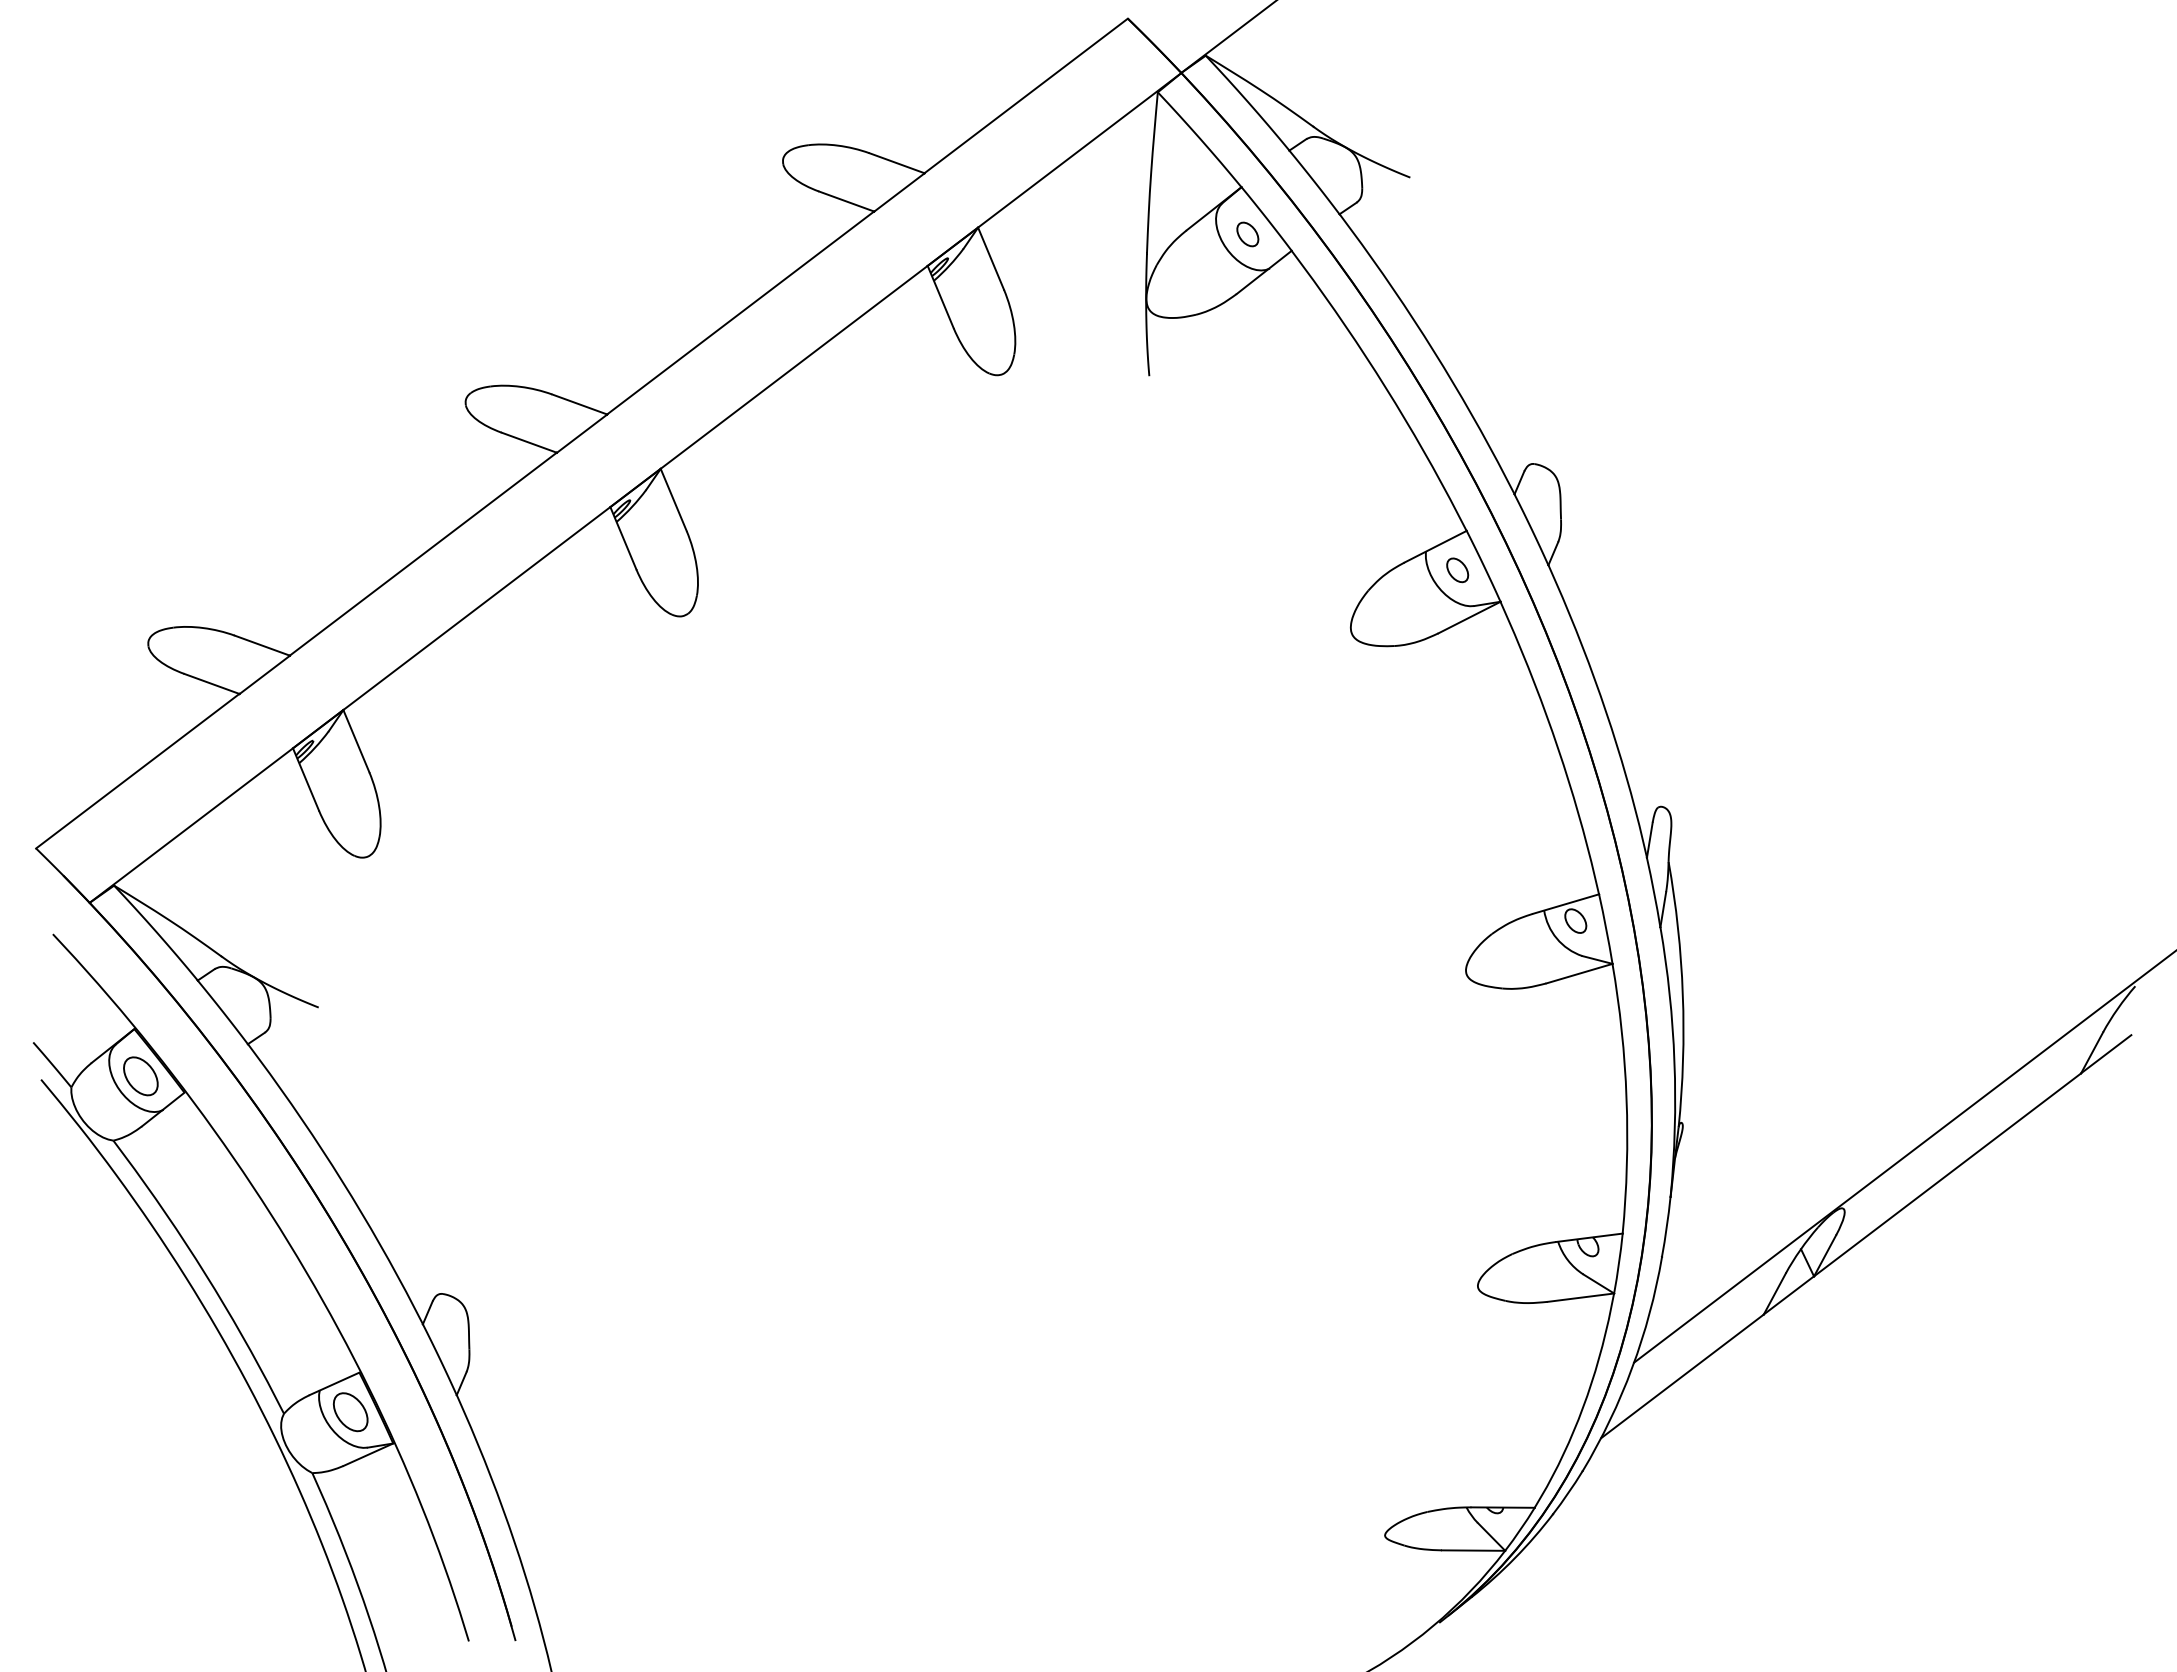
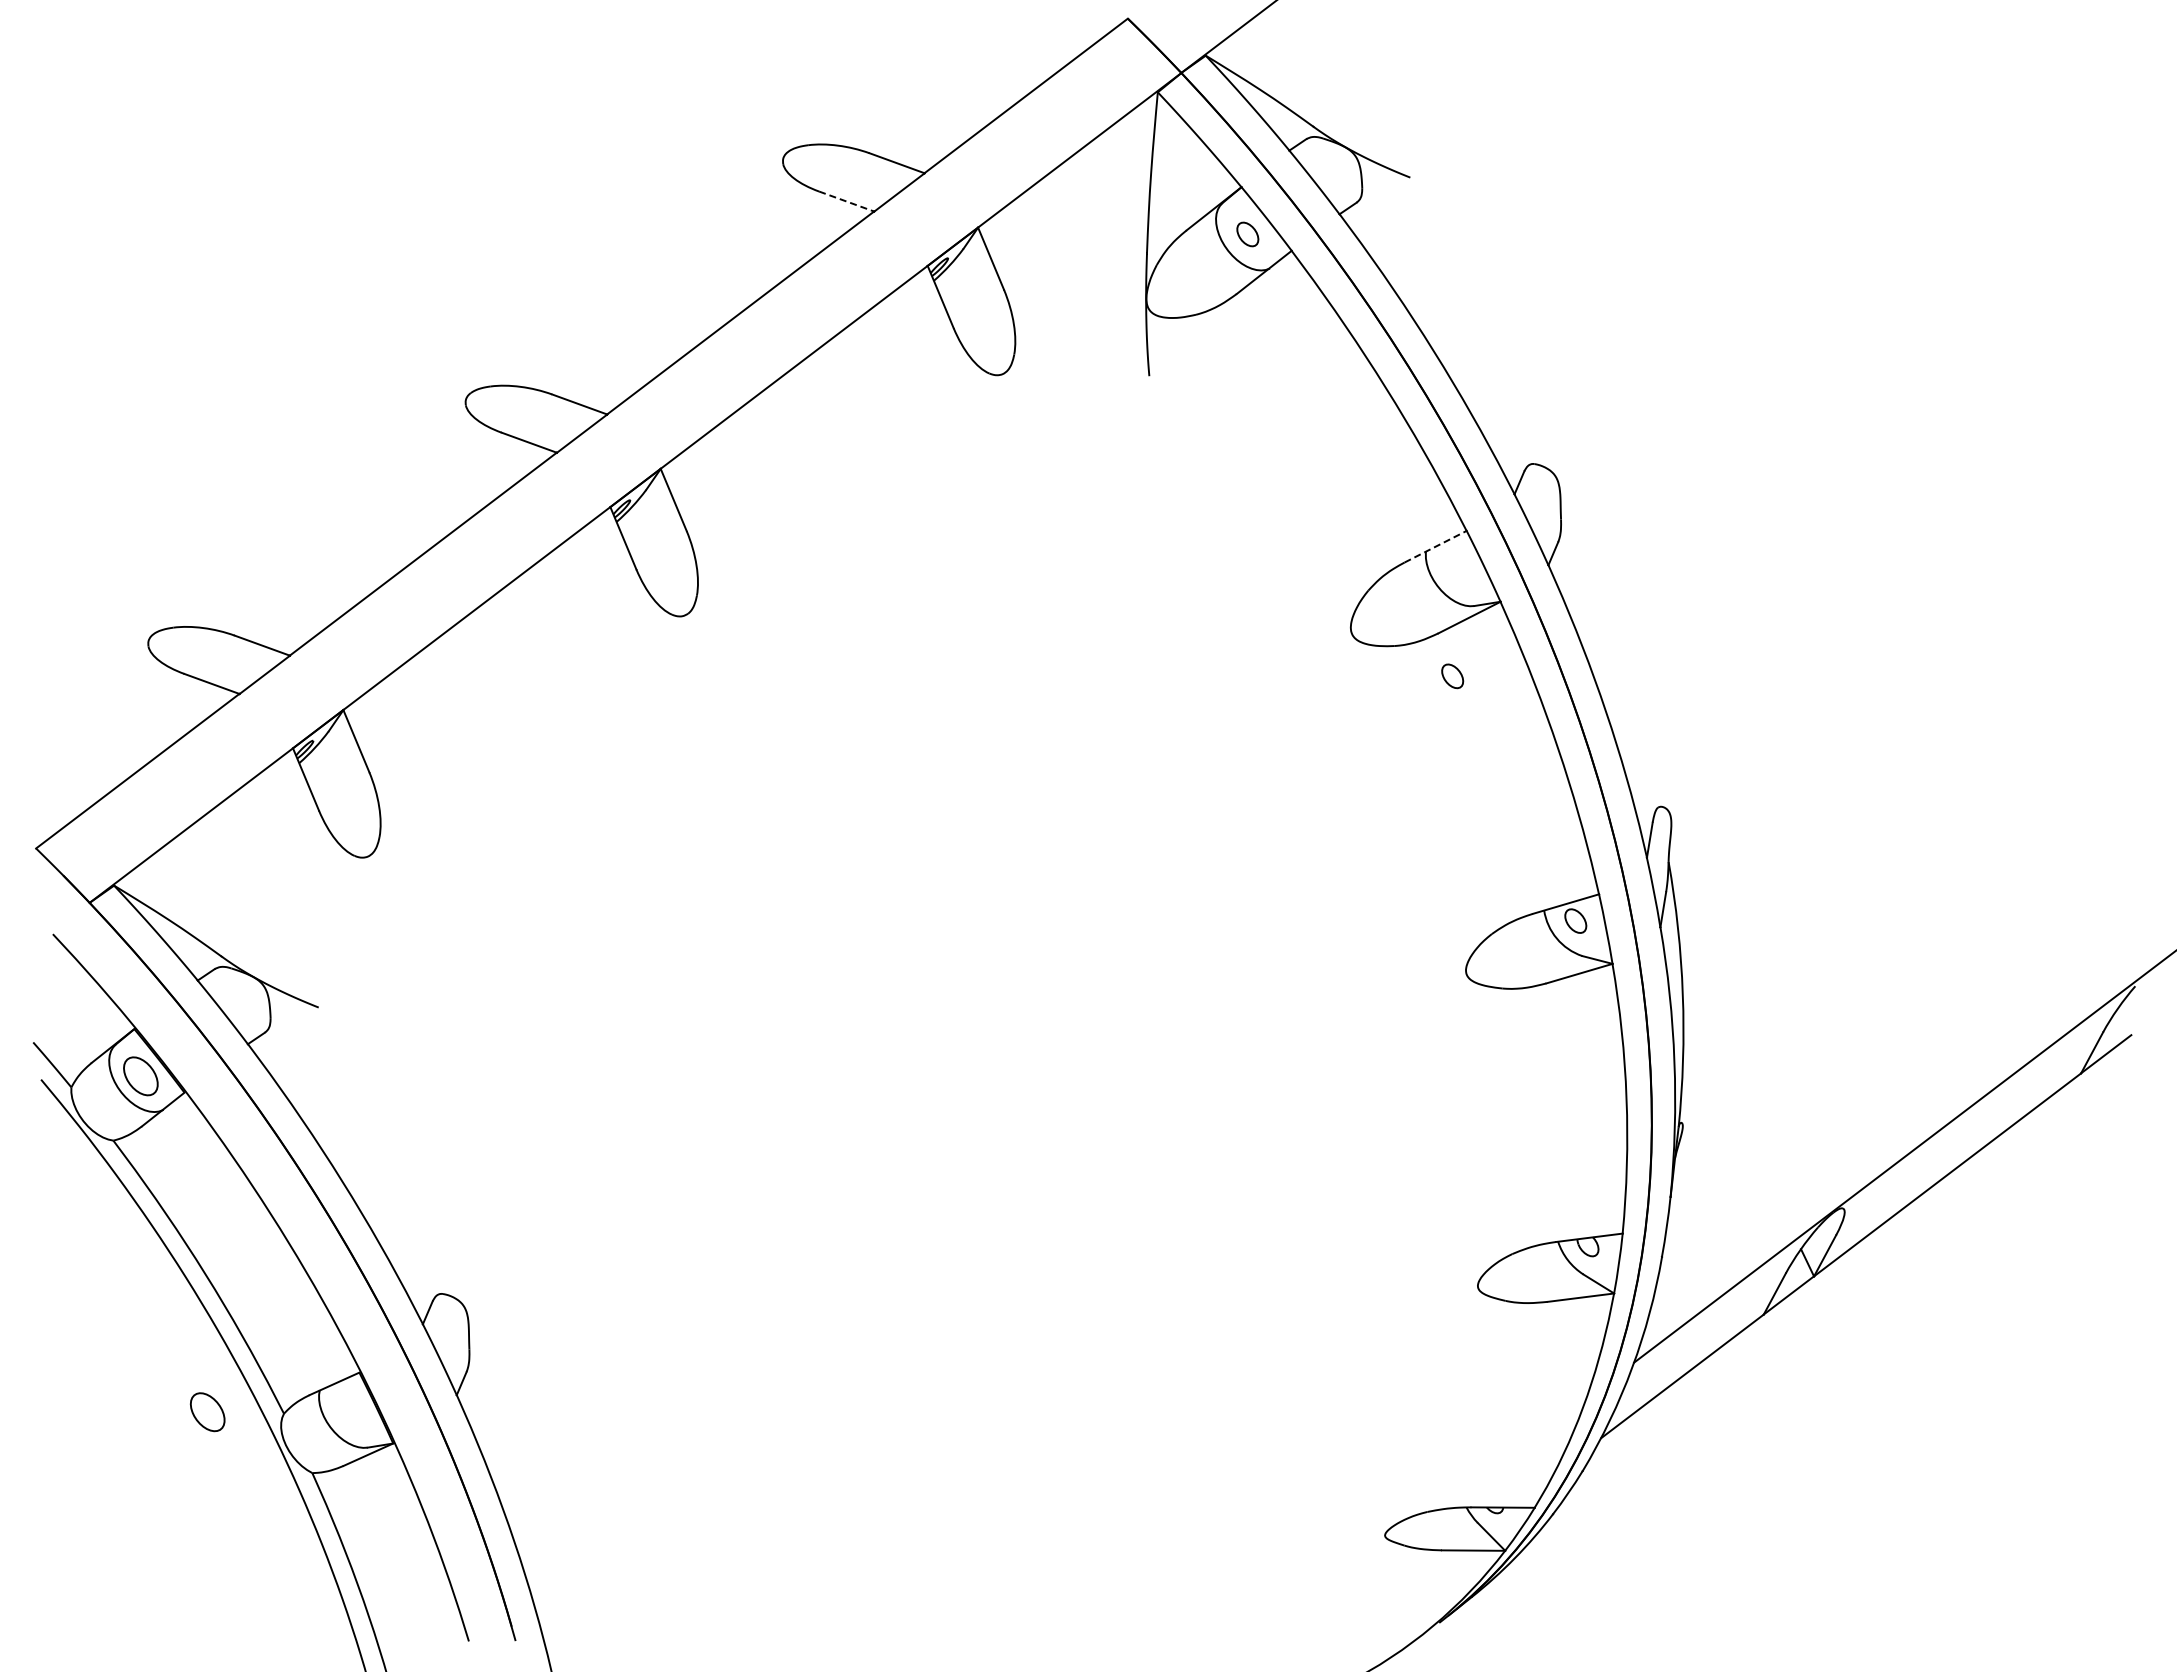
line at (847, 201): solid -> dashed
line at (1435, 546): solid -> dashed
part at (1457, 570) position: (1457, 570) -> (1452, 676)
part at (350, 1412) position: (350, 1412) -> (207, 1412)
